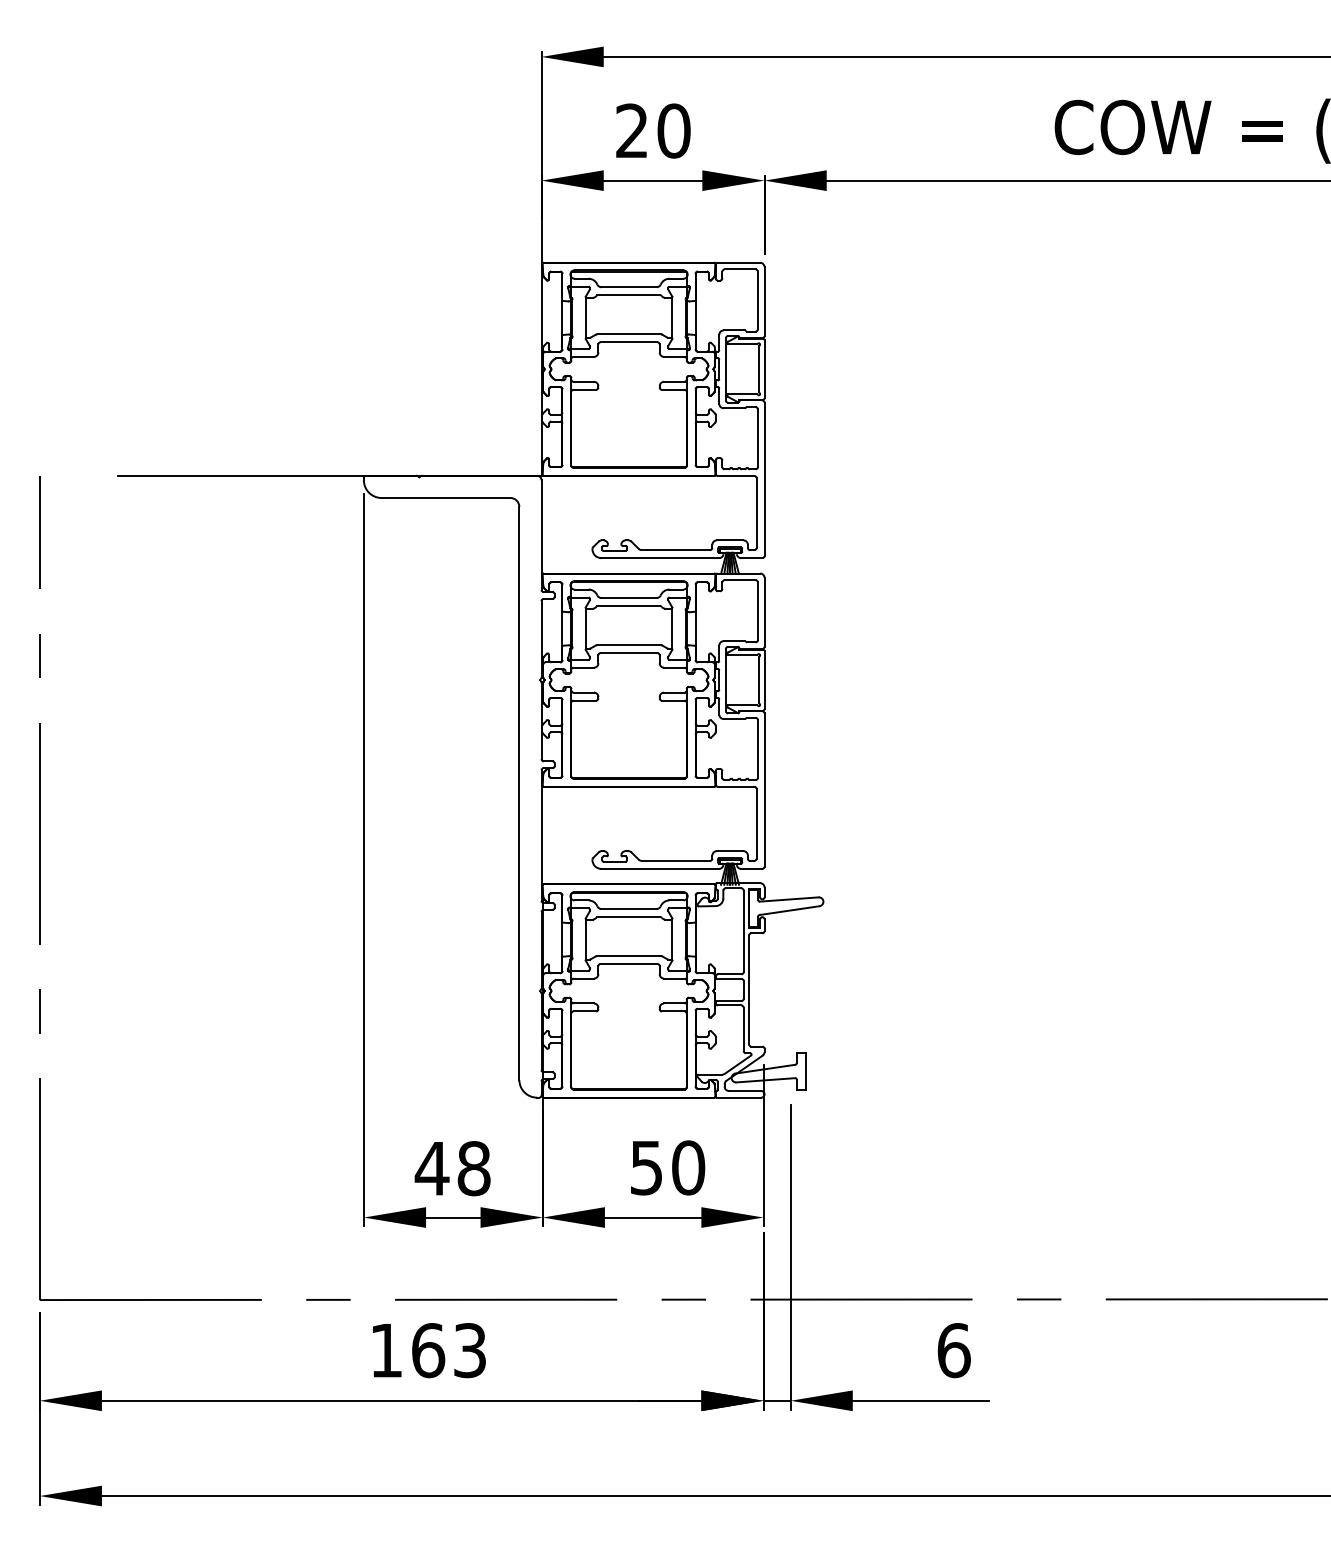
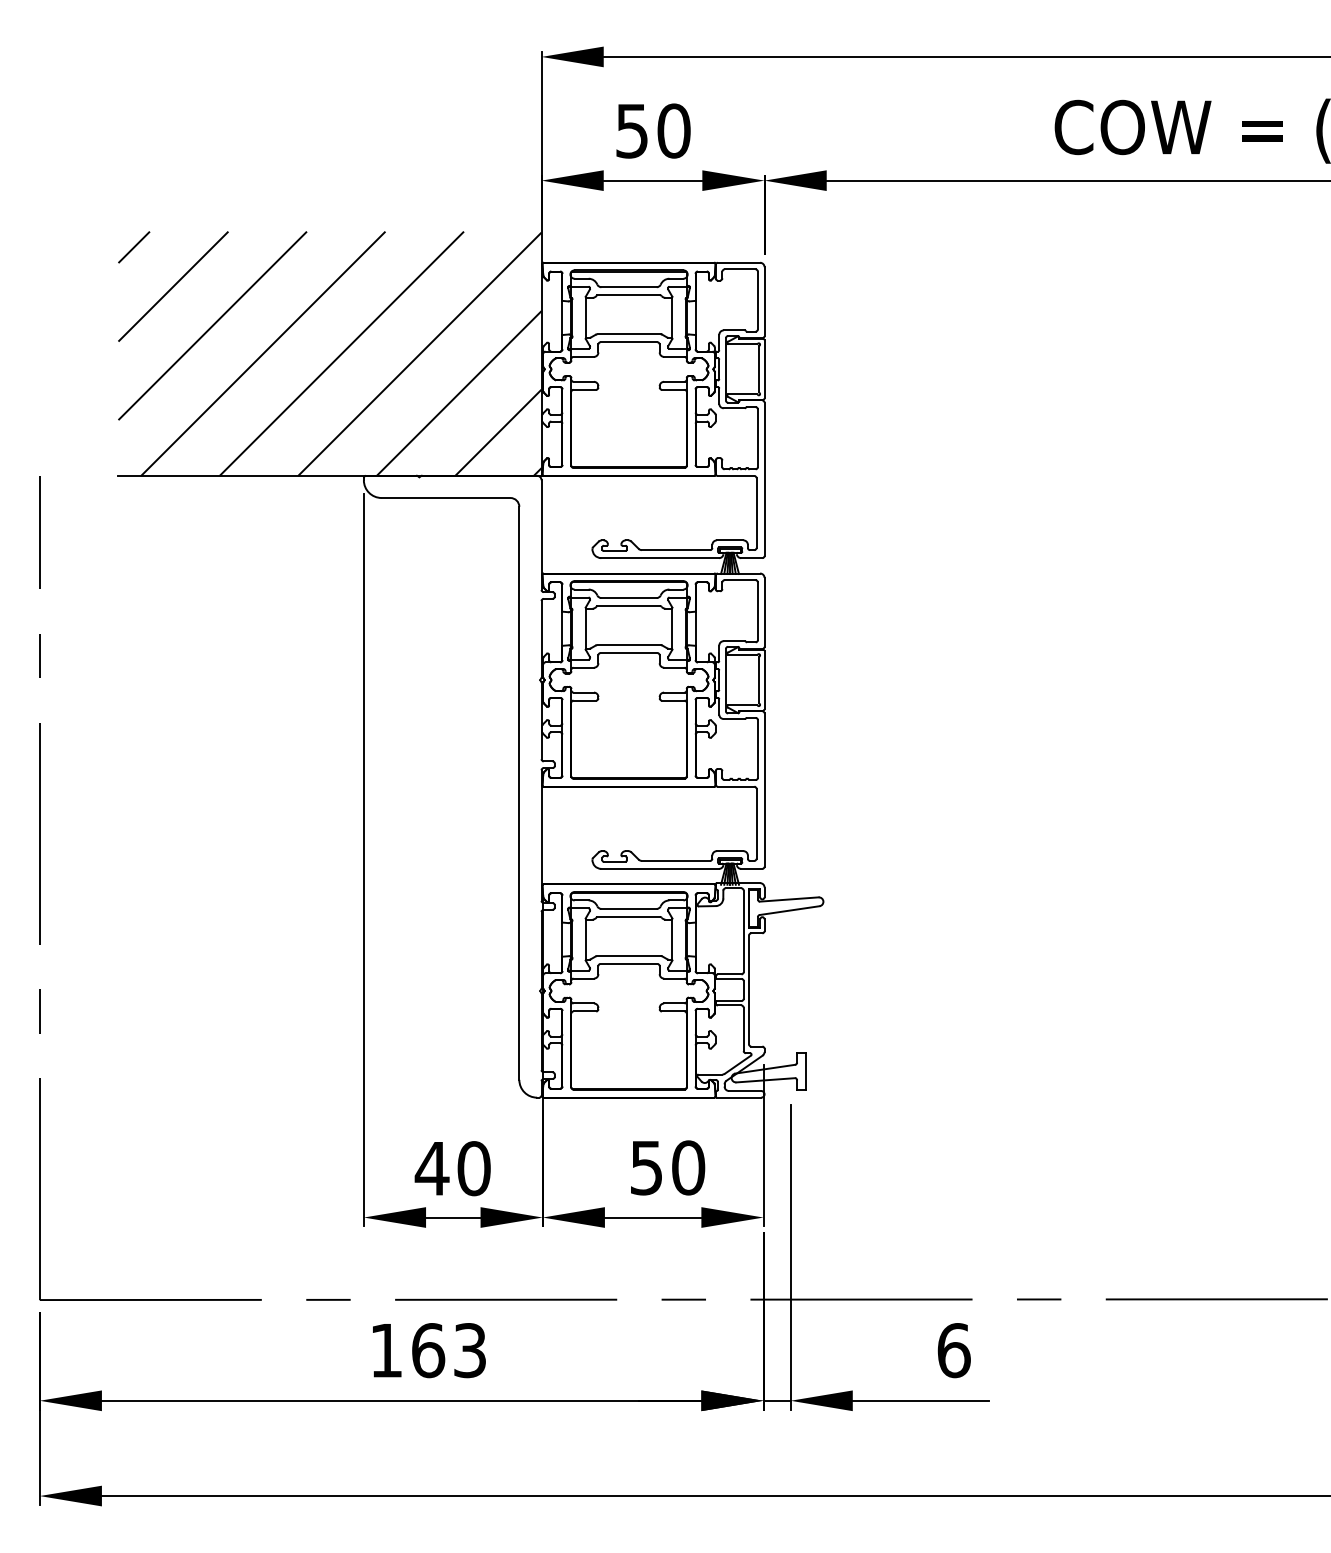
text at (631, 130): 20 -> 50
hatch at (329, 353): none -> present
text at (473, 1168): 48 -> 40
